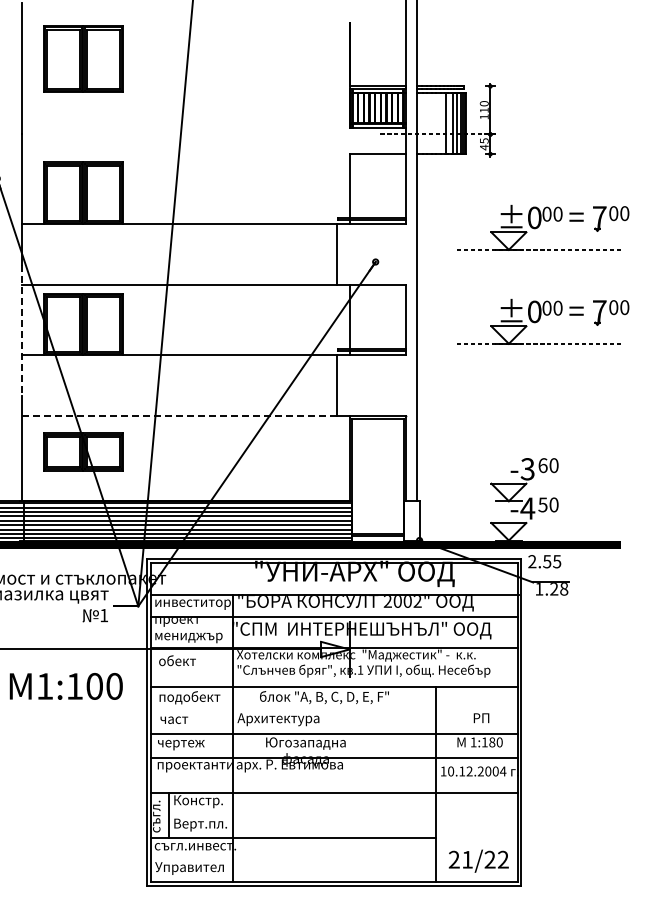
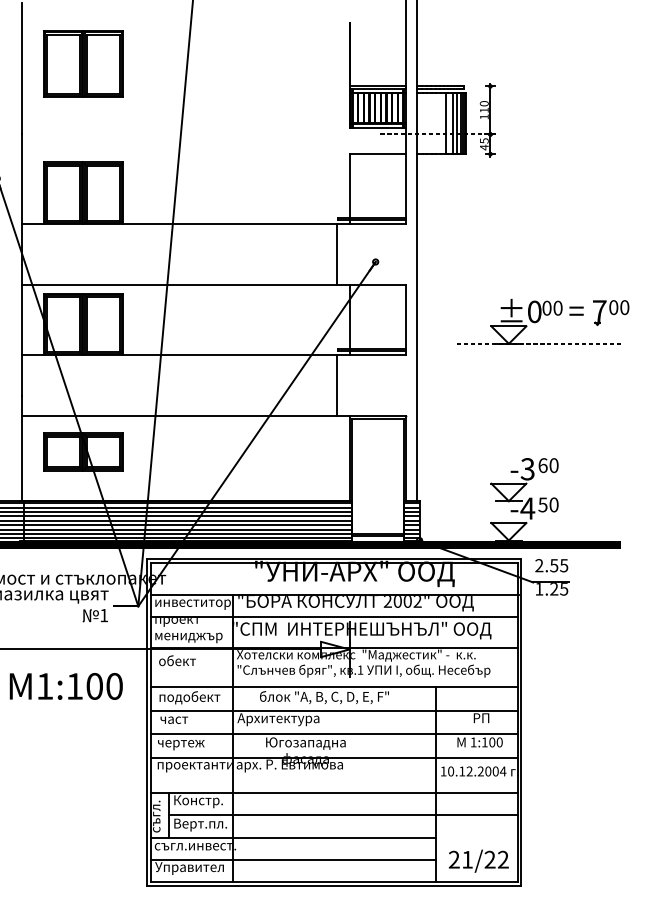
part at (83, 58) position: (83, 58) -> (83, 63)
part at (543, 227): present -> none
line at (21, 330): dashed -> solid
line at (179, 416): dashed -> solid
hatch at (411, 520): none -> present
text at (544, 561) position: (544, 561) -> (551, 565)
text at (564, 589): 1.28 -> 1.25
line at (333, 711): none -> present
text at (492, 742): 1:180 -> 1:100
line at (342, 815): none -> present
line at (292, 859): none -> present
